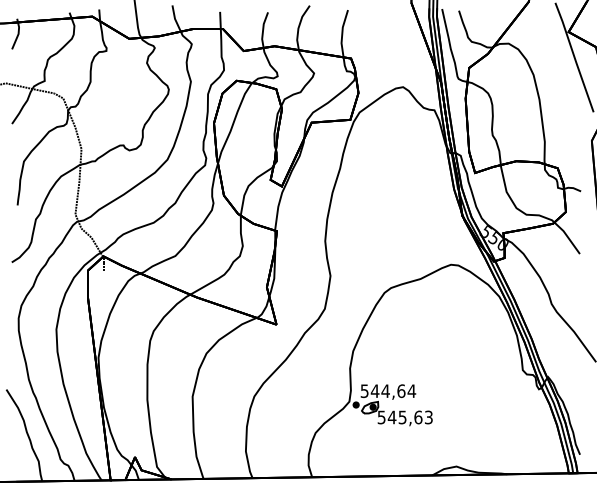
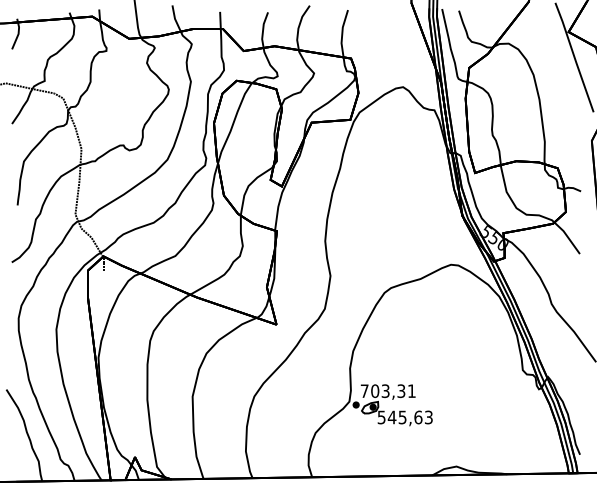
text at (388, 391): 544,64 -> 703,31
